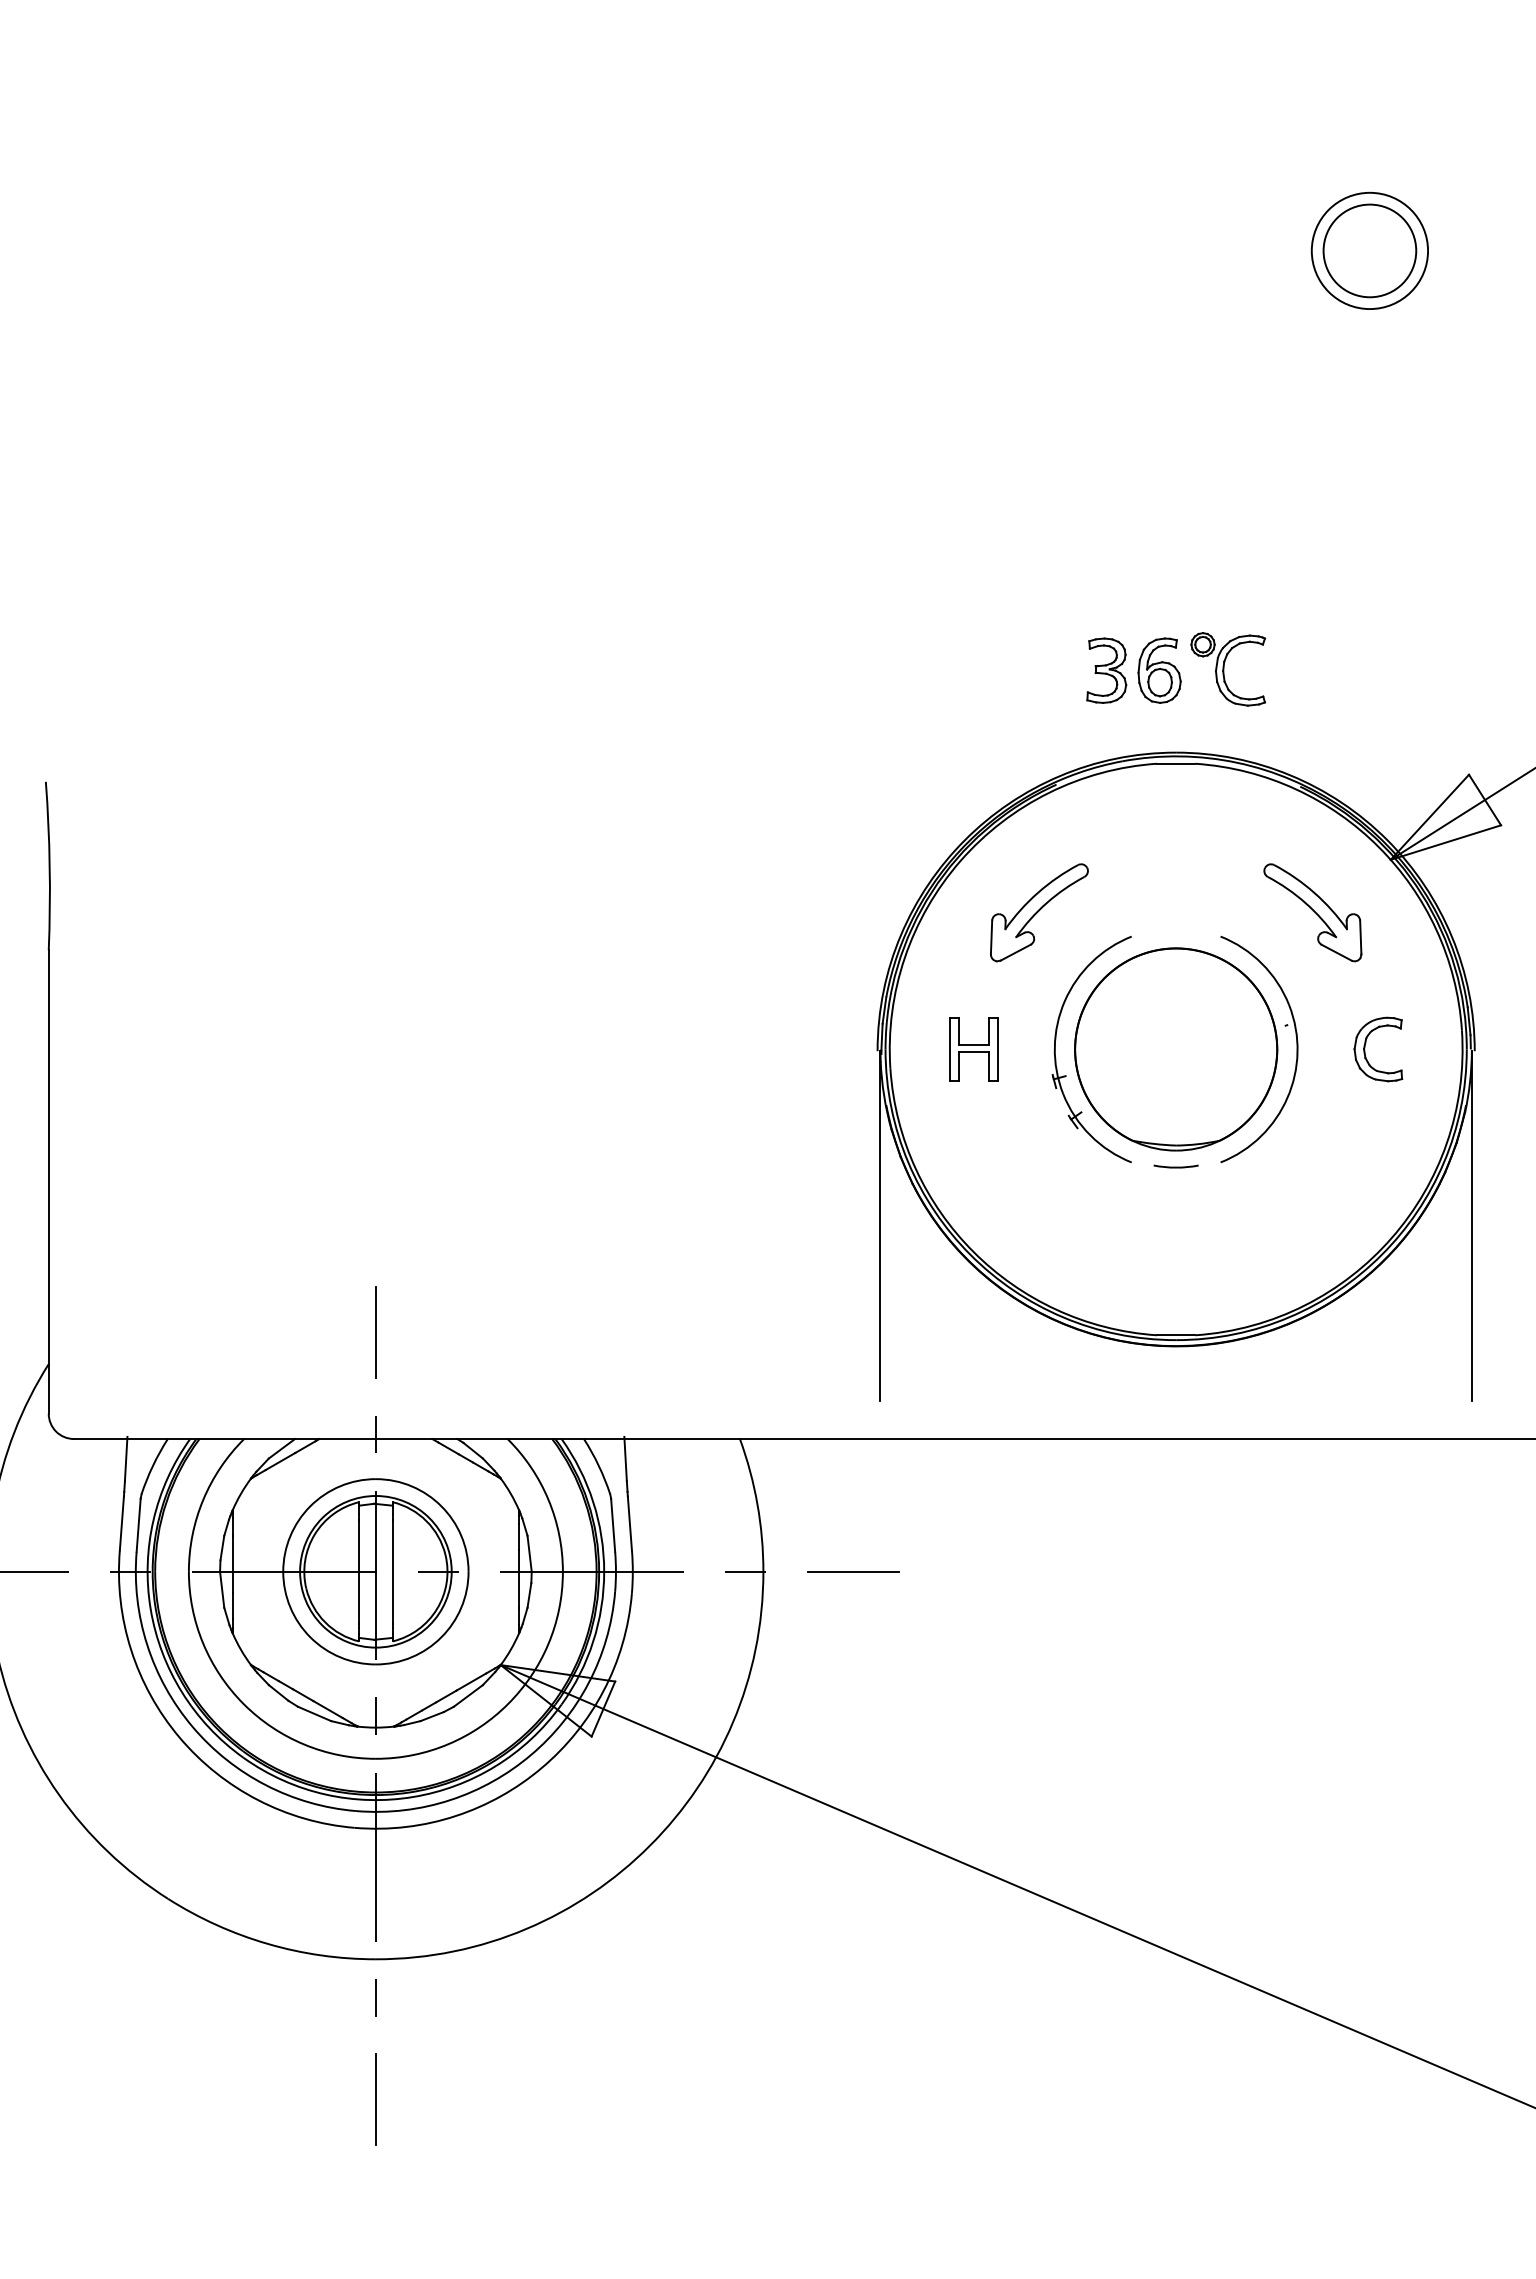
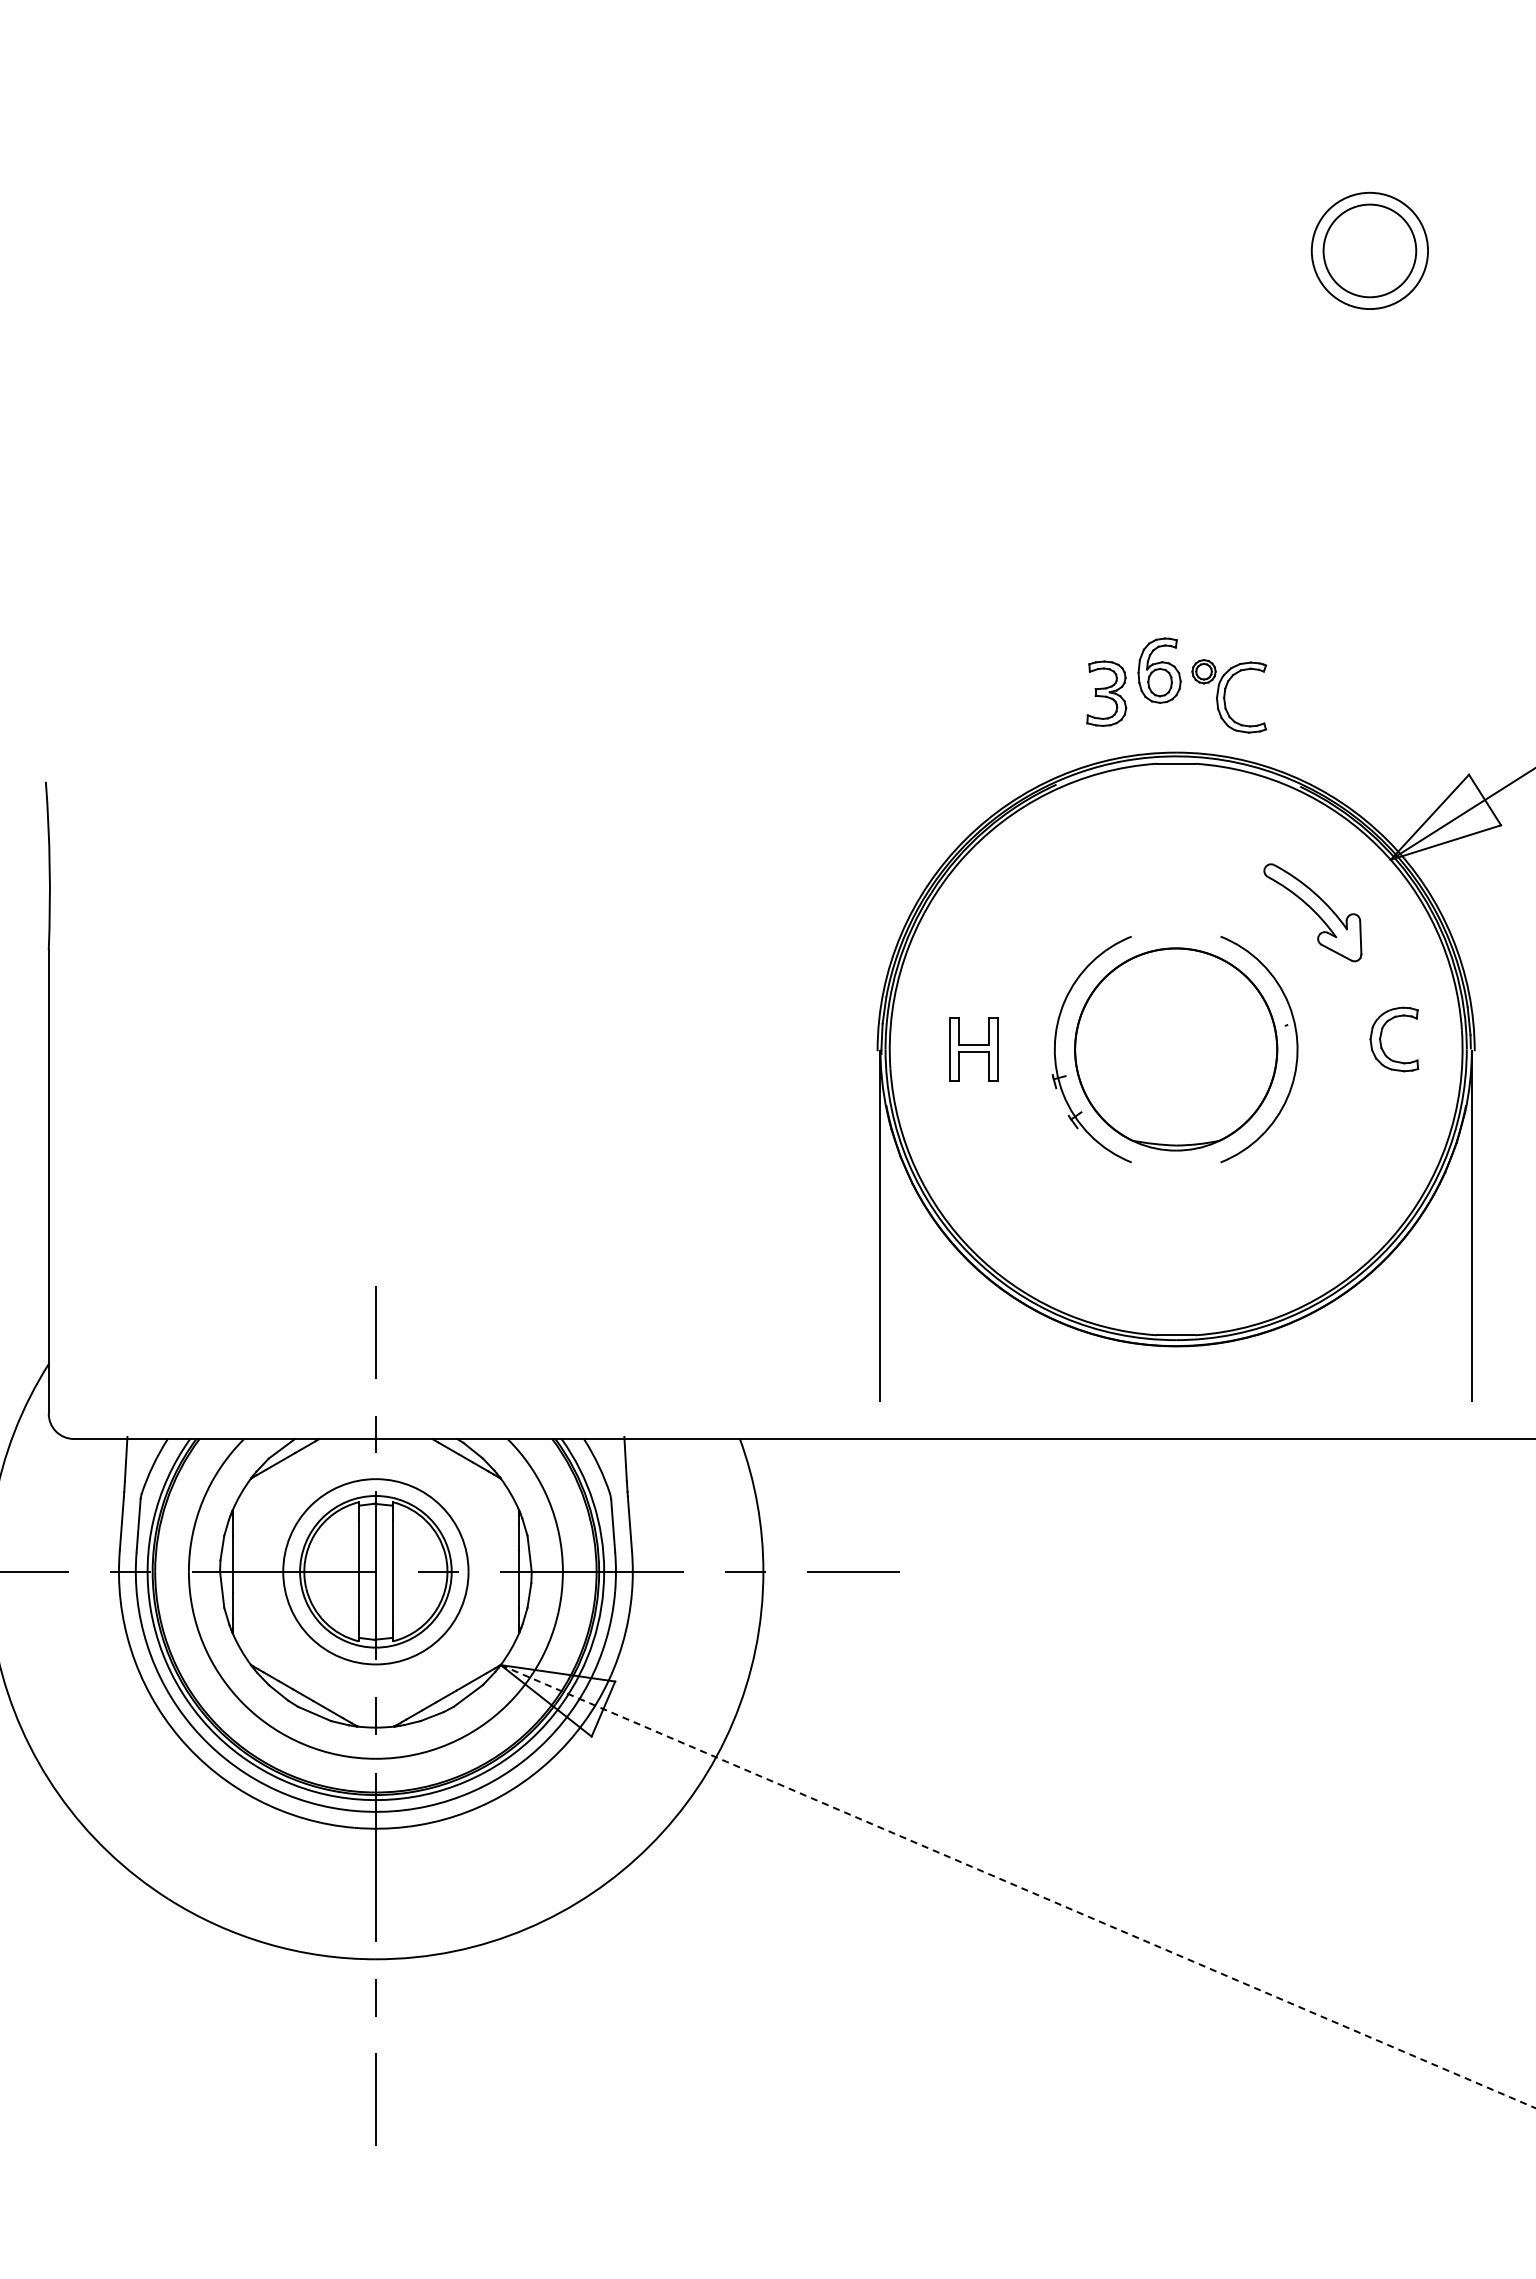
part at (1228, 669) position: (1228, 669) -> (1229, 696)
part at (1106, 670) position: (1106, 670) -> (1106, 693)
part at (1039, 912): present -> none
part at (1365, 1048) position: (1365, 1048) -> (1381, 1038)
part at (1175, 1166): present -> none
line at (1018, 1886): solid -> dashed
